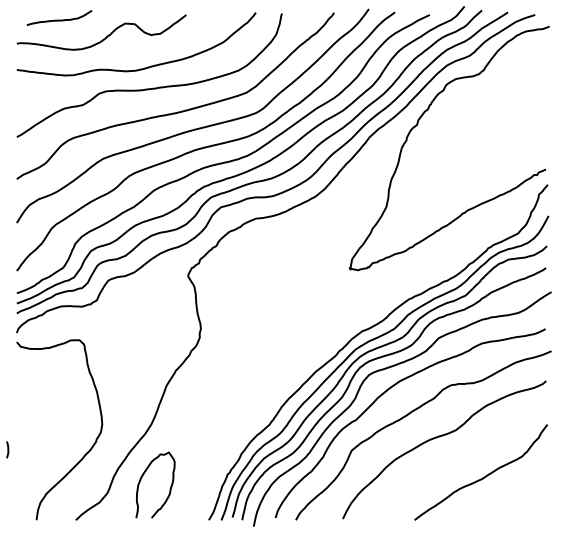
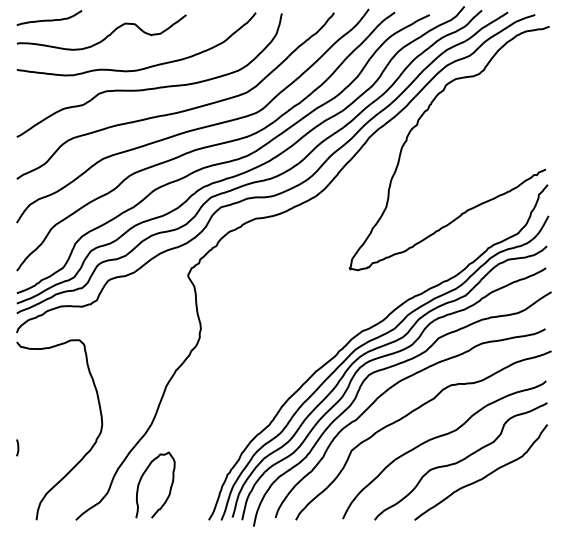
curve at (59, 19) position: (59, 19) -> (49, 19)
line at (7, 449) position: (7, 449) -> (17, 447)
curve at (460, 461): none -> present
